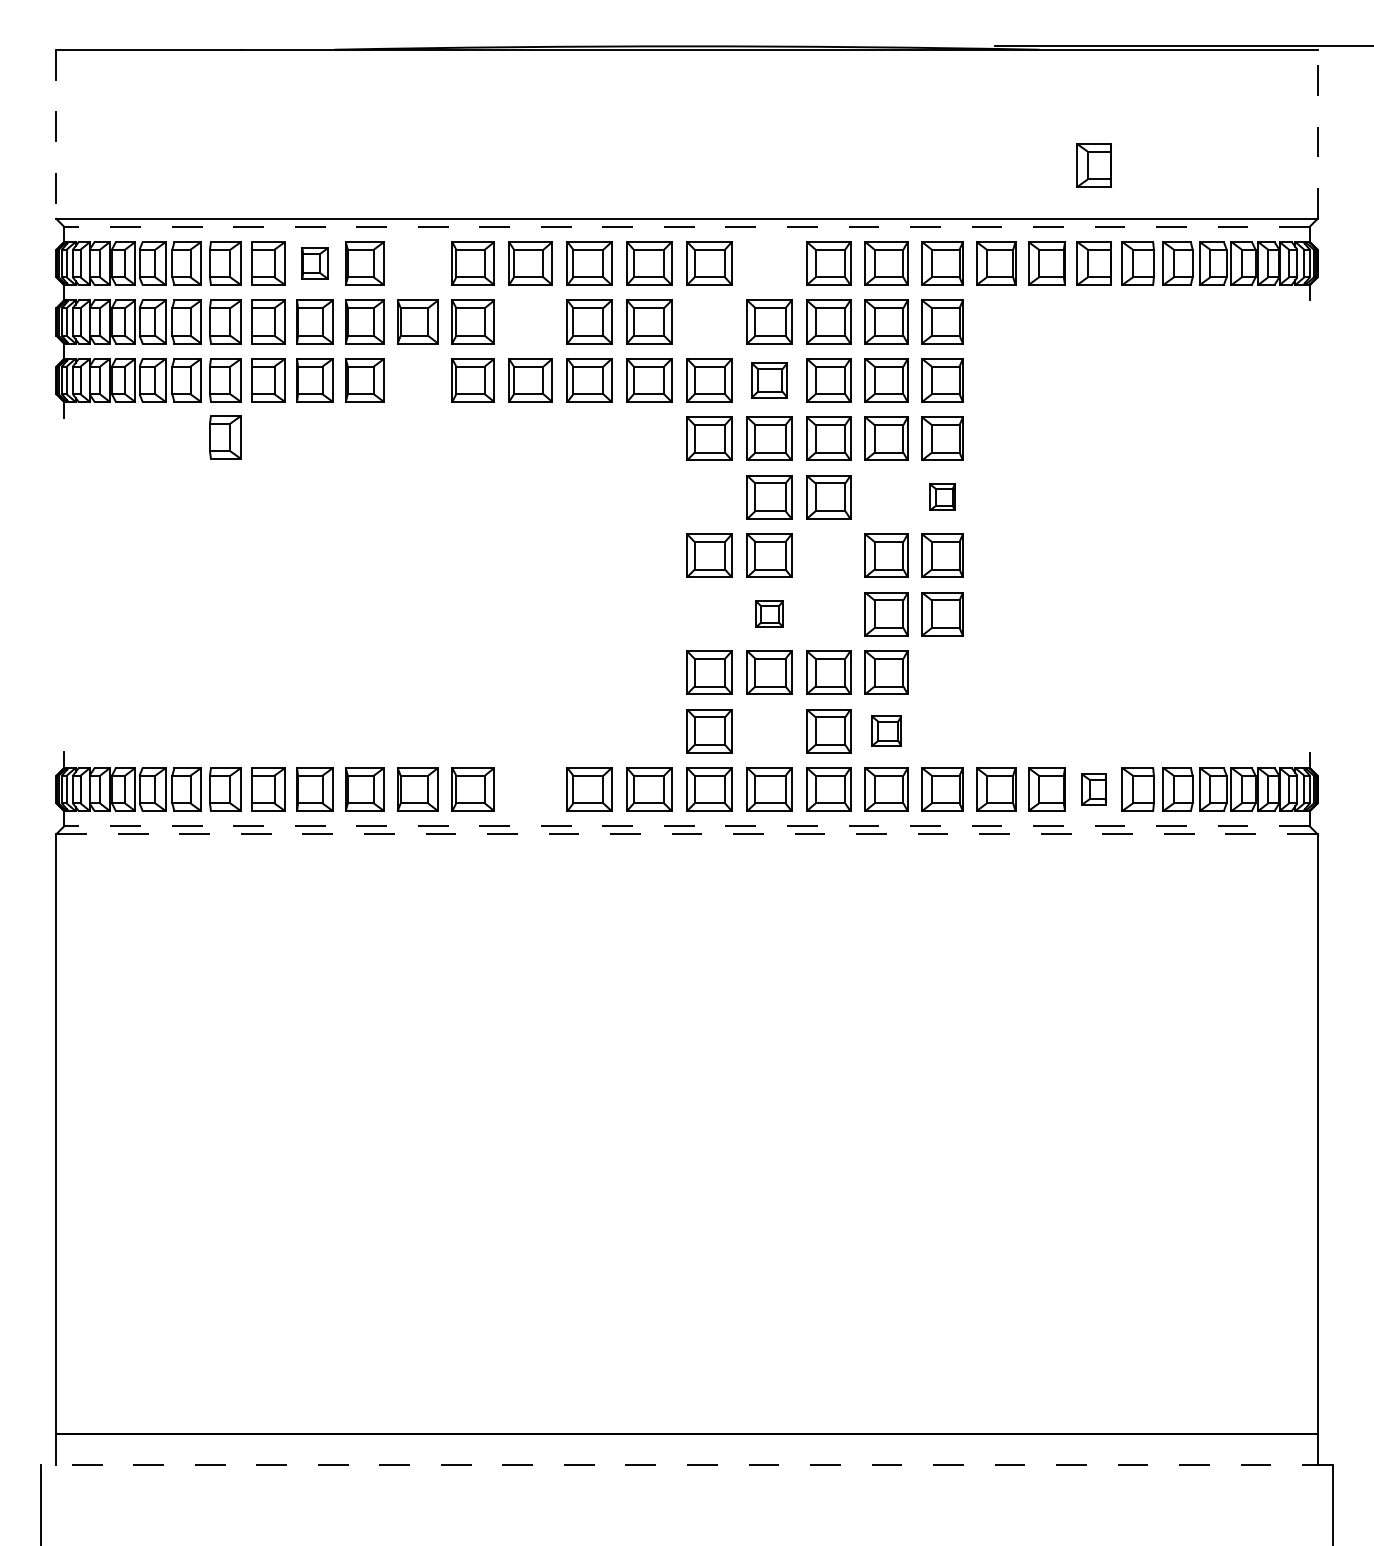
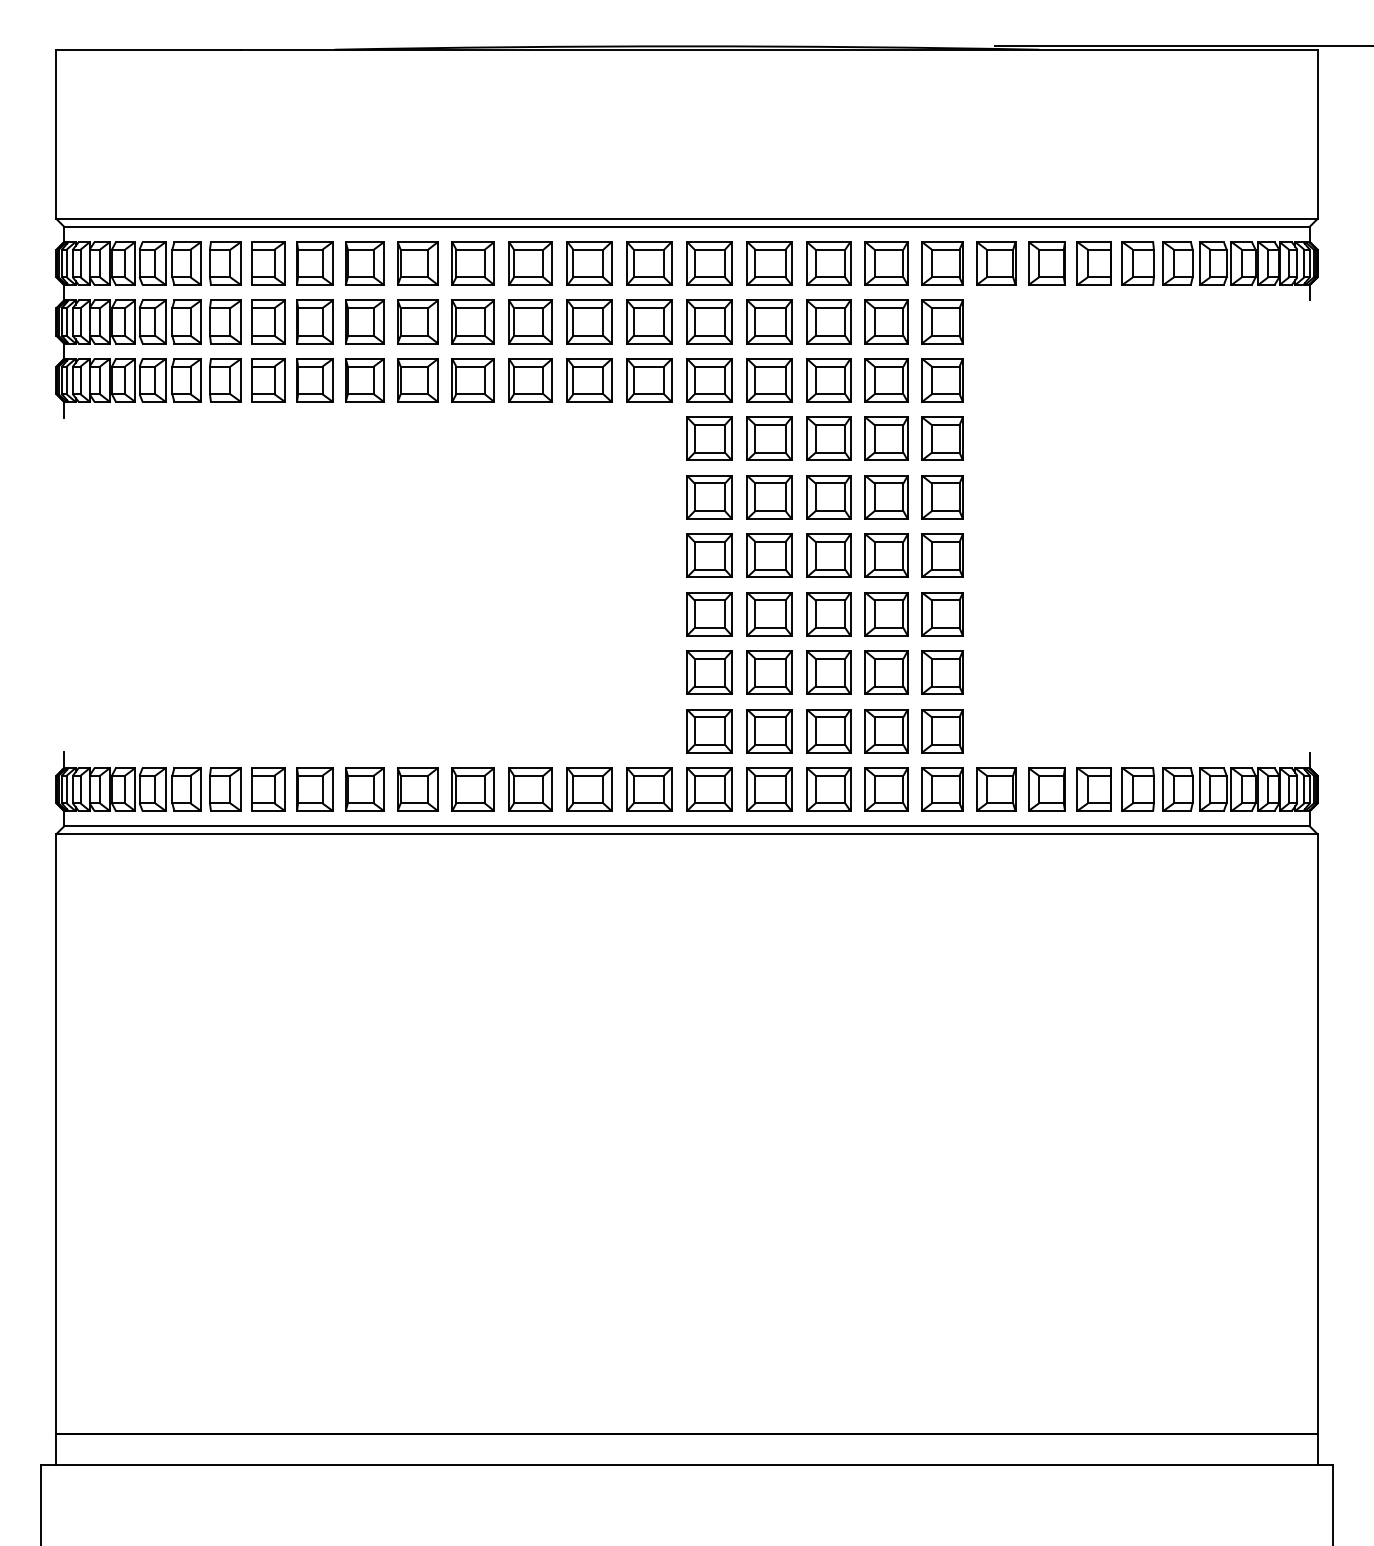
line at (56, 134): dashed -> solid
line at (1317, 134): dashed -> solid
part at (1093, 165): present -> none
line at (686, 226): dashed -> solid
part at (314, 263) size: 28x33 px -> 38x45 px
part at (417, 263): none -> present
part at (769, 263): none -> present
part at (530, 321): none -> present
part at (709, 321): none -> present
part at (417, 380): none -> present
part at (769, 380) size: 37x37 px -> 47x45 px
part at (225, 437): present -> none
part at (942, 496) size: 27x28 px -> 43x45 px
part at (709, 497): none -> present
part at (886, 497): none -> present
part at (828, 555): none -> present
part at (769, 613) size: 29x28 px -> 47x45 px
part at (709, 614): none -> present
part at (828, 614): none -> present
part at (942, 672): none -> present
part at (886, 730) size: 31x32 px -> 45x45 px
part at (769, 731): none -> present
part at (942, 731): none -> present
part at (530, 789): none -> present
part at (1093, 789) size: 26x33 px -> 36x45 px
line at (686, 826): dashed -> solid
line at (686, 834): dashed -> solid
line at (686, 1464): dashed -> solid
